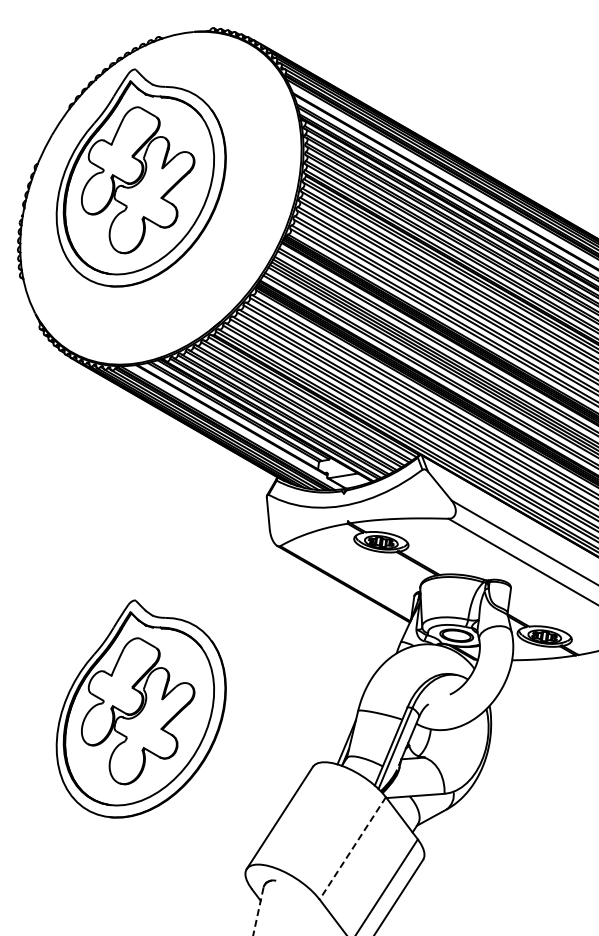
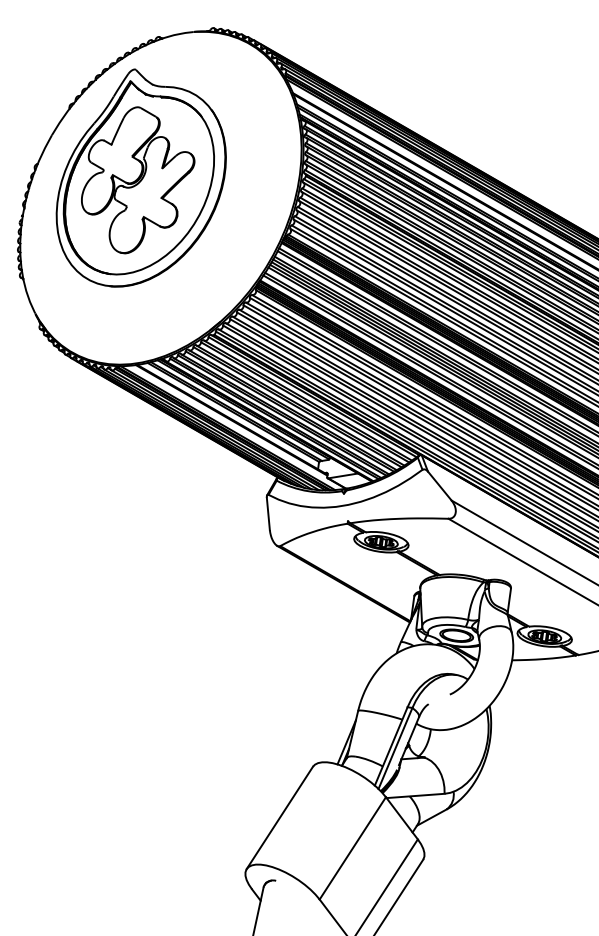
part at (140, 708): present -> none
line at (352, 848): dashed -> solid
line at (258, 912): dashed -> solid
